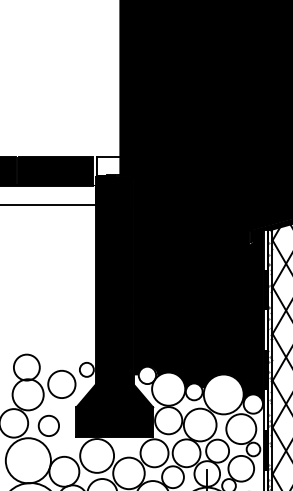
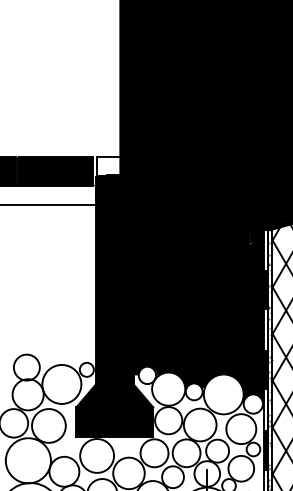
circle at (61, 384) diameter: 27 px -> 39 px
circle at (48, 425) diameter: 20 px -> 34 px
